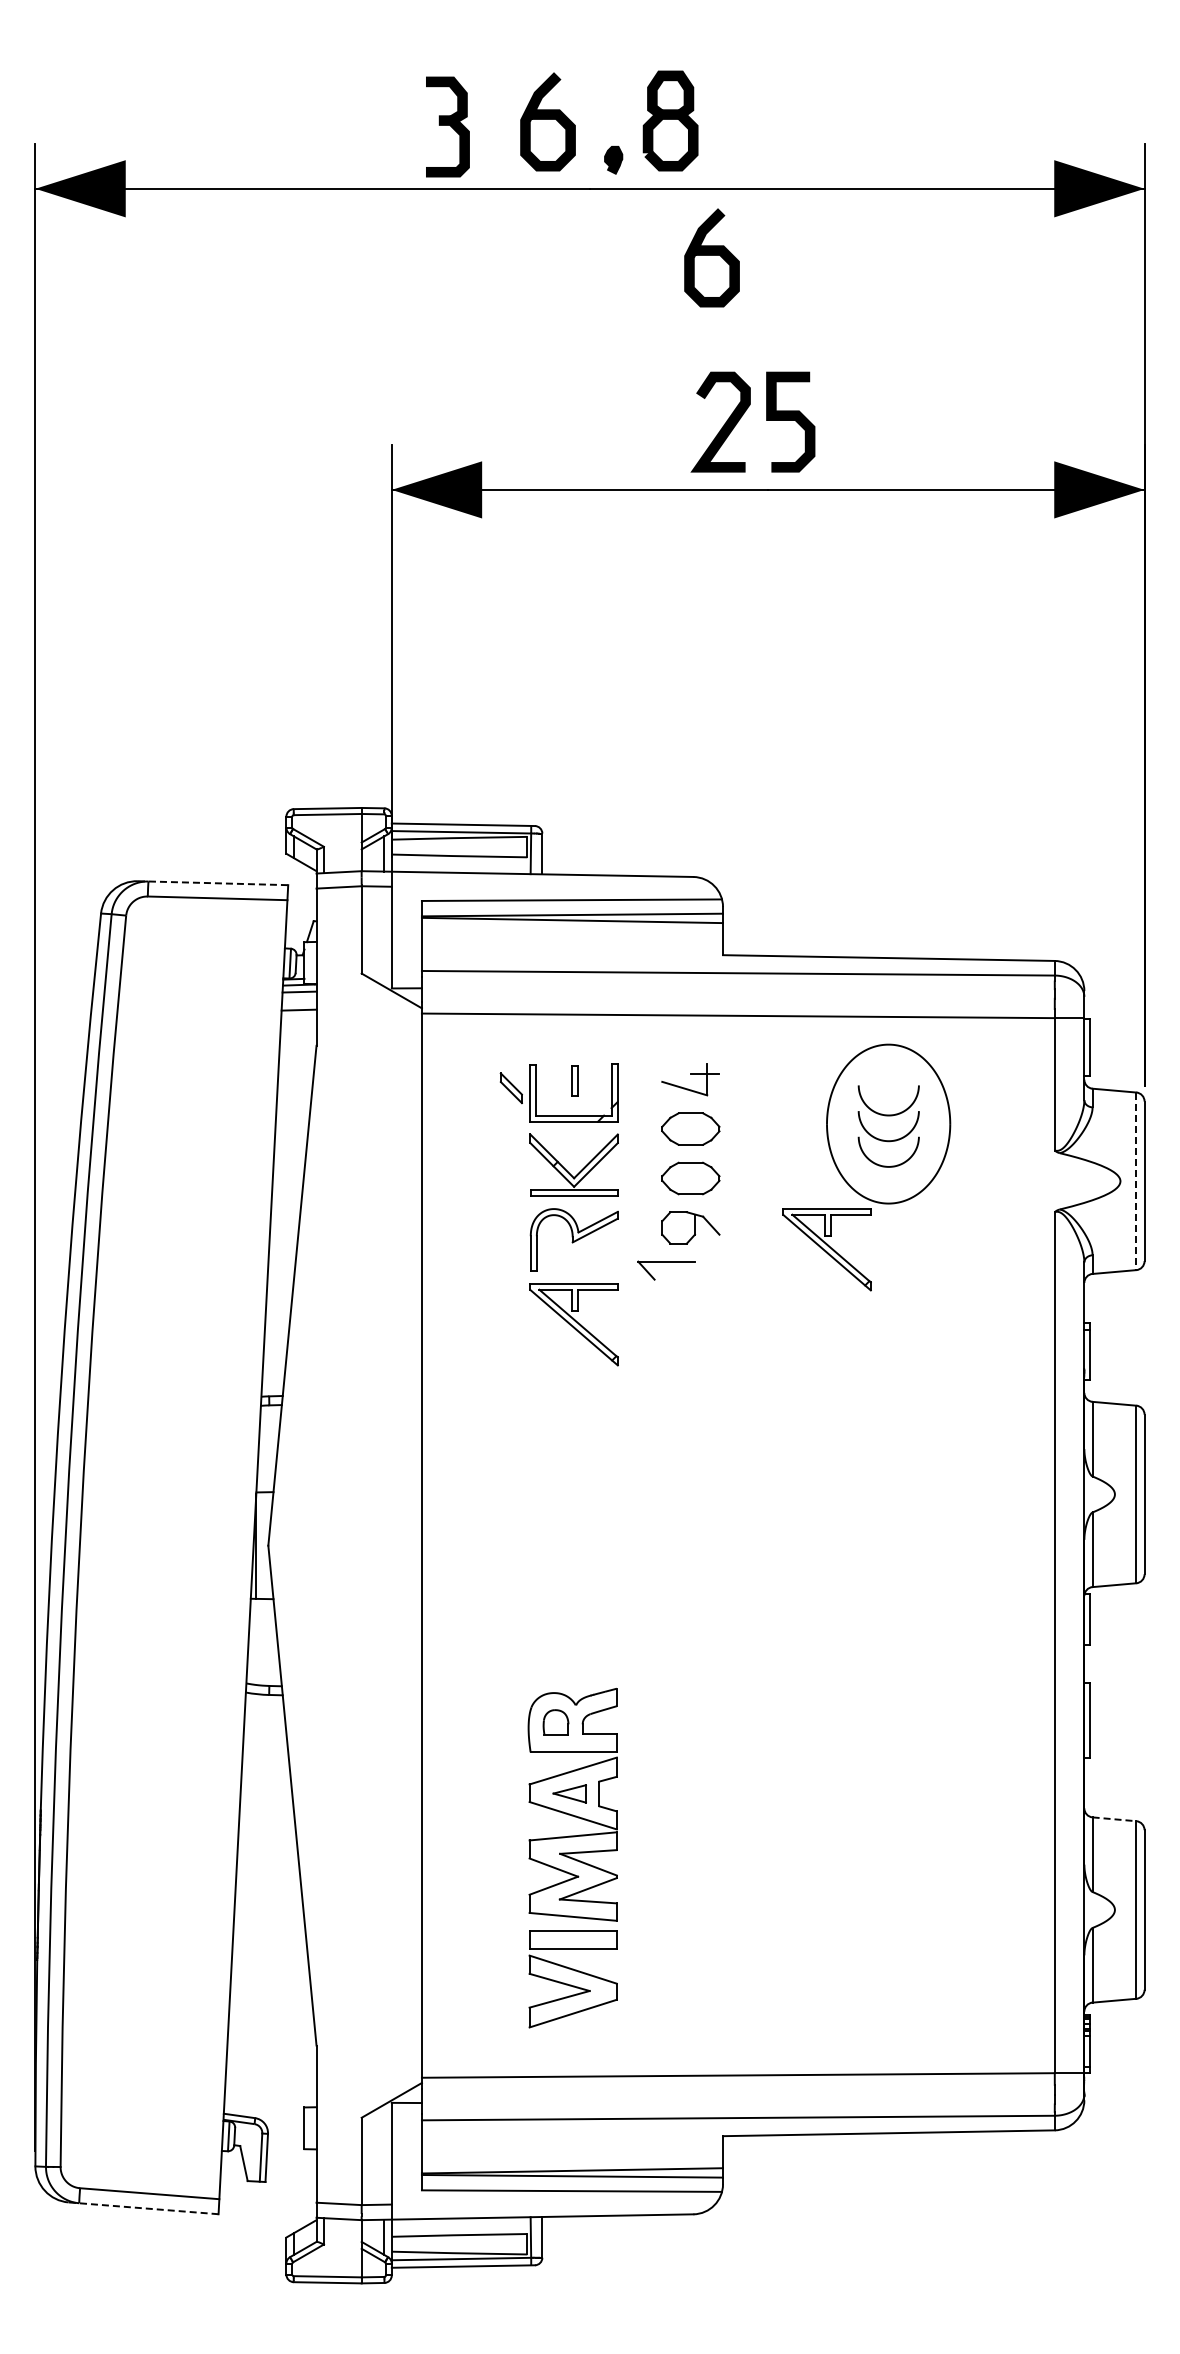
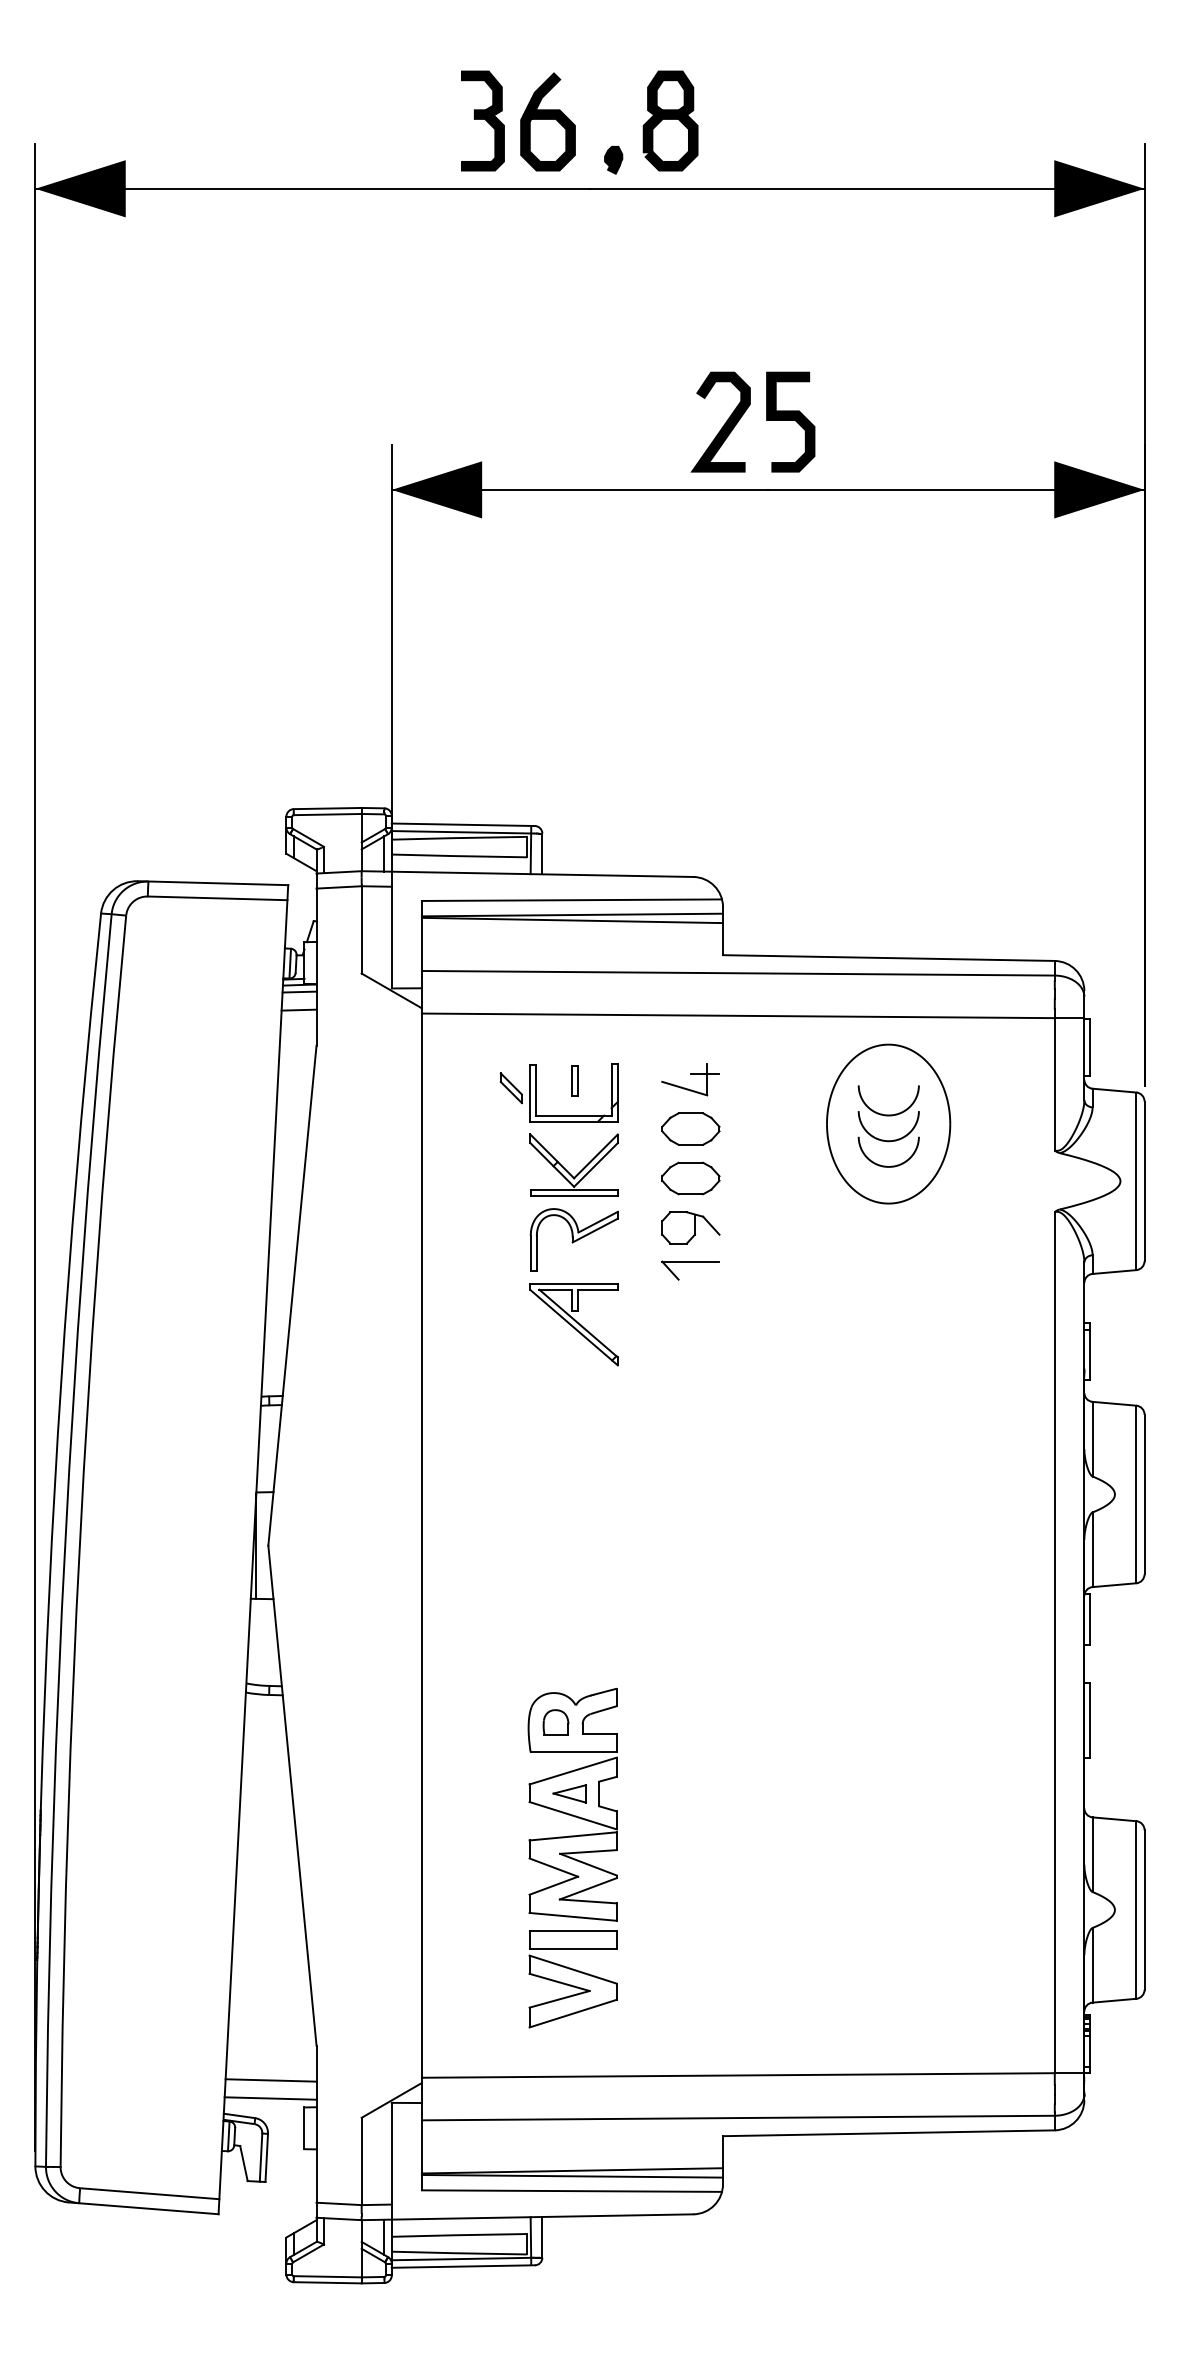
part at (447, 126) position: (447, 126) -> (482, 120)
curve at (711, 255): present -> none
line at (213, 883): dashed -> solid
line at (1136, 1181): dashed -> solid
part at (826, 1249): present -> none
part at (666, 1262) position: (666, 1262) -> (690, 1262)
line at (1114, 1819): dashed -> solid
line at (270, 2080): none -> present
line at (270, 2098): none -> present
line at (143, 2208): dashed -> solid
